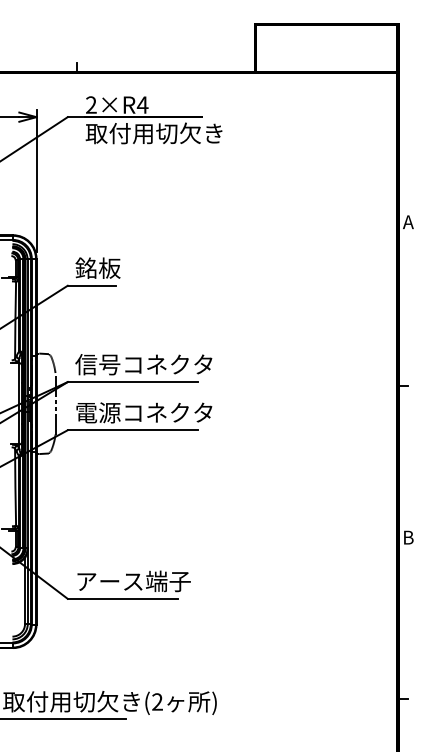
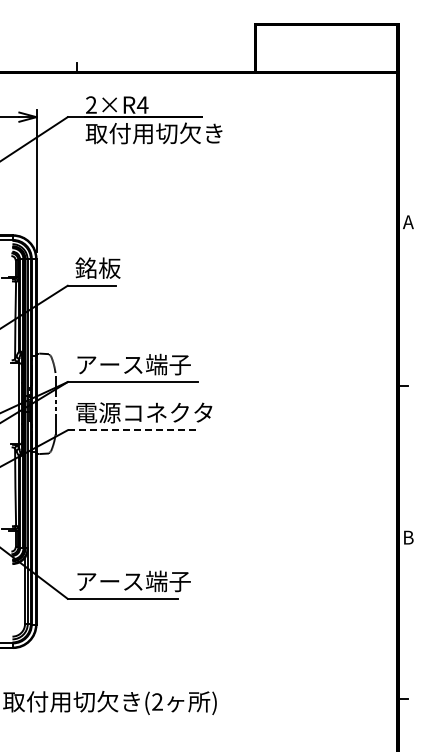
text at (143, 364): 信号コネクタ -> アース端子
line at (133, 430): solid -> dashed
line at (64, 719): present -> none
